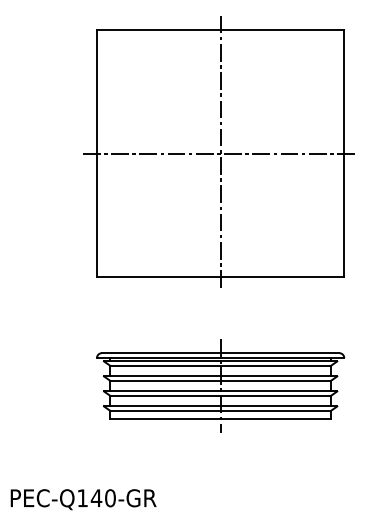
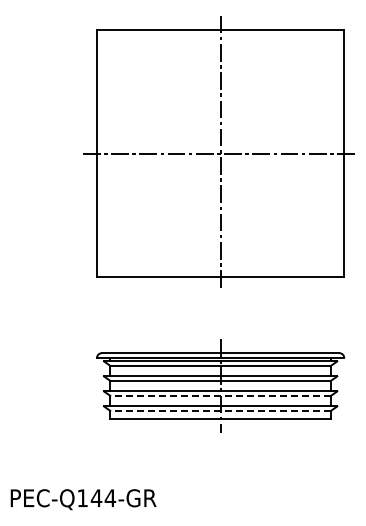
line at (220, 395): solid -> dashed
line at (220, 410): solid -> dashed
text at (110, 498): PEC-Q140-GR -> PEC-Q144-GR
